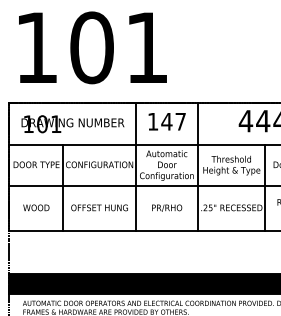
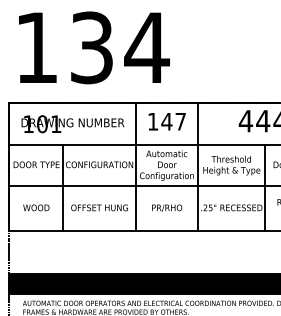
text at (119, 47): 101 -> 134
